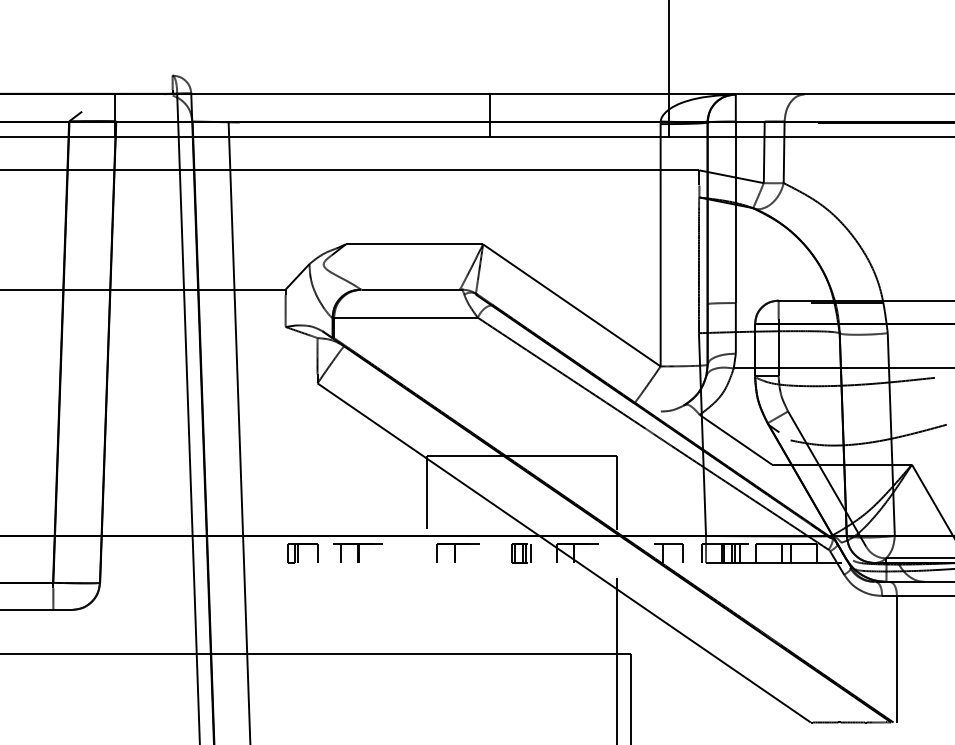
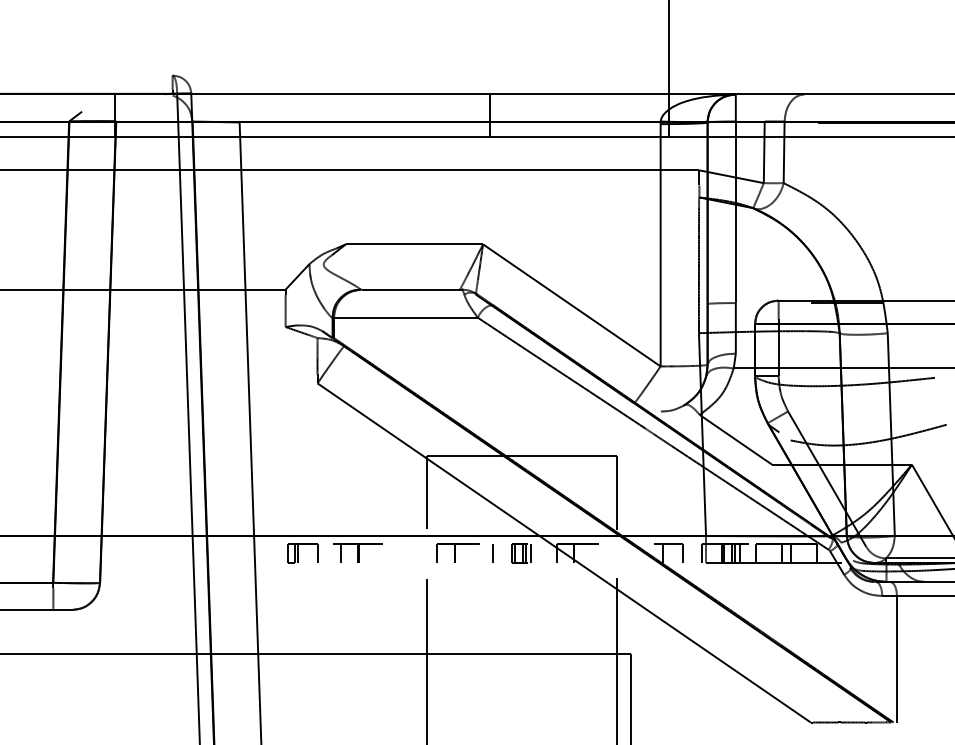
line at (239, 431) position: (239, 431) -> (250, 431)
line at (492, 553): none -> present
line at (426, 659): none -> present
